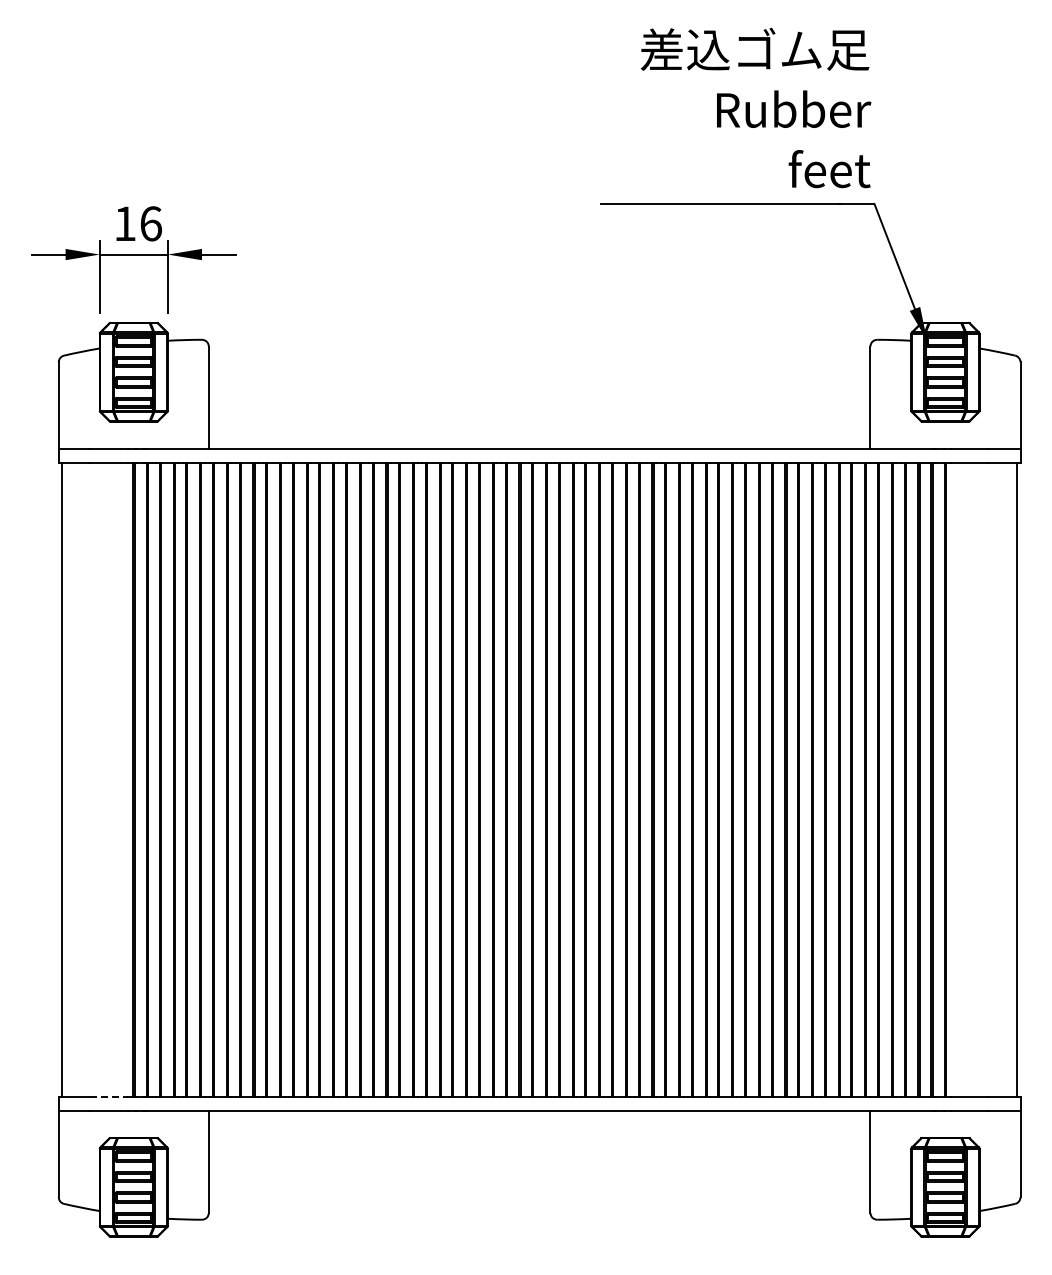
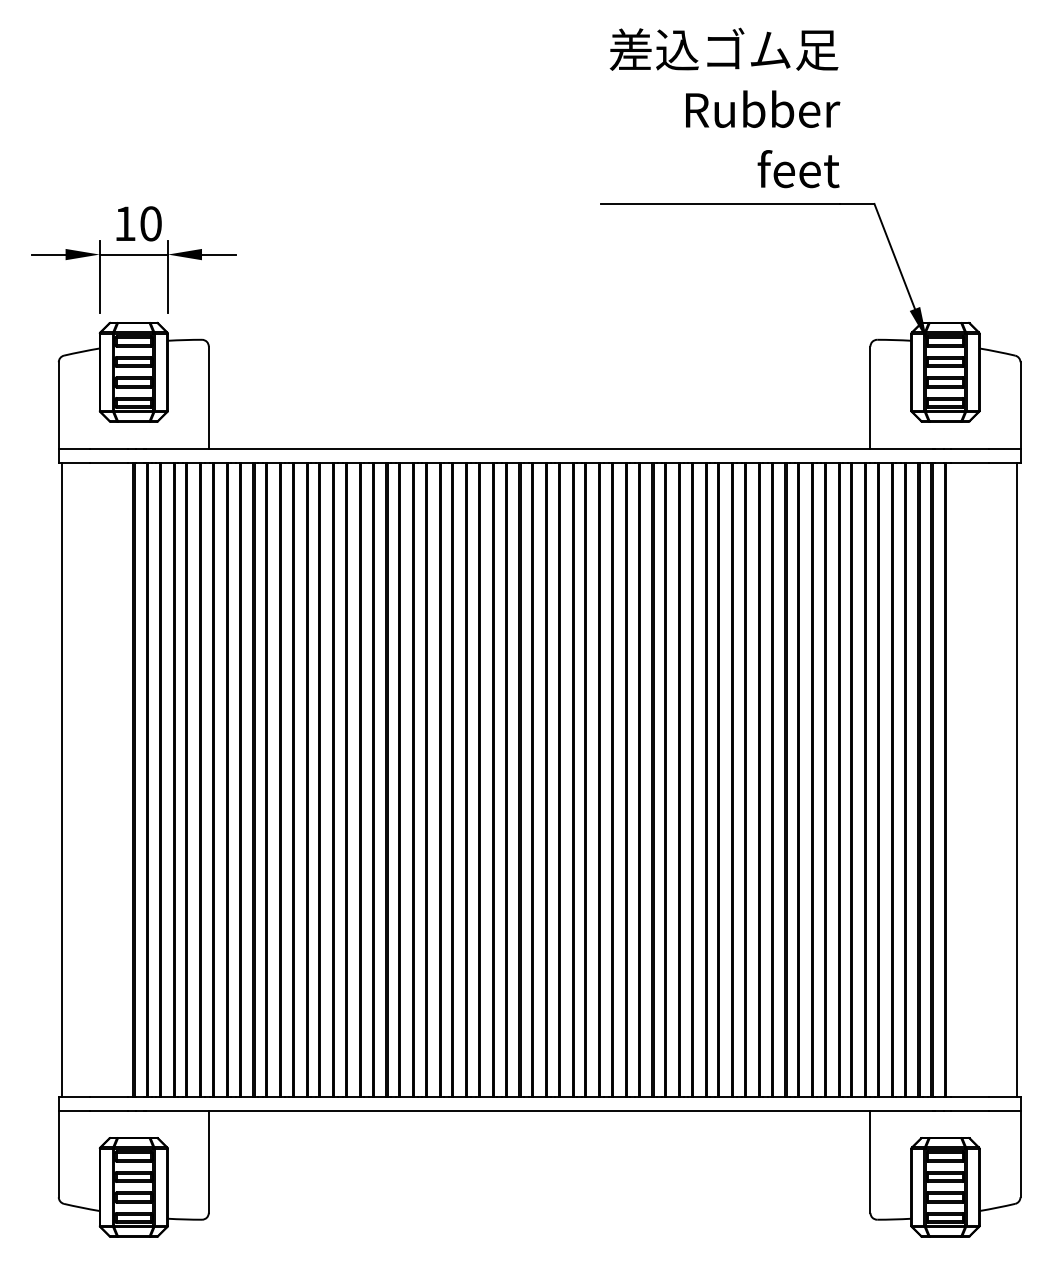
text at (755, 107) position: (755, 107) -> (724, 107)
text at (151, 223): 16 -> 10
line at (109, 1096): dashed -> solid
